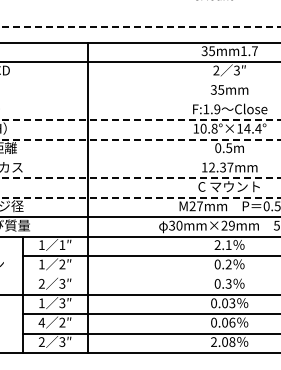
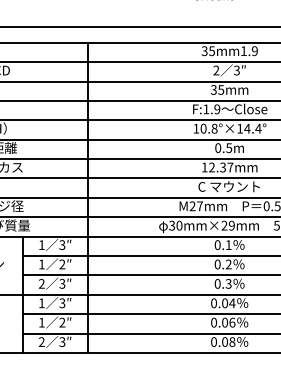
line at (140, 26): dashed -> solid
text at (254, 51): 35mm1.7 -> 35mm1.9
line at (139, 81): none -> present
line at (139, 100): none -> present
line at (140, 120): dashed -> solid
line at (140, 139): dashed -> solid
line at (139, 159): none -> present
line at (140, 178): dashed -> solid
line at (140, 197): dashed -> solid
text at (62, 245): 1 -> 3
text at (217, 245): 2.1 -> 0.1
line at (149, 275): none -> present
text at (232, 303): 0.03 -> 0.04
text at (41, 322): 4 -> 1
text at (213, 341): 2.08 -> 0.08
